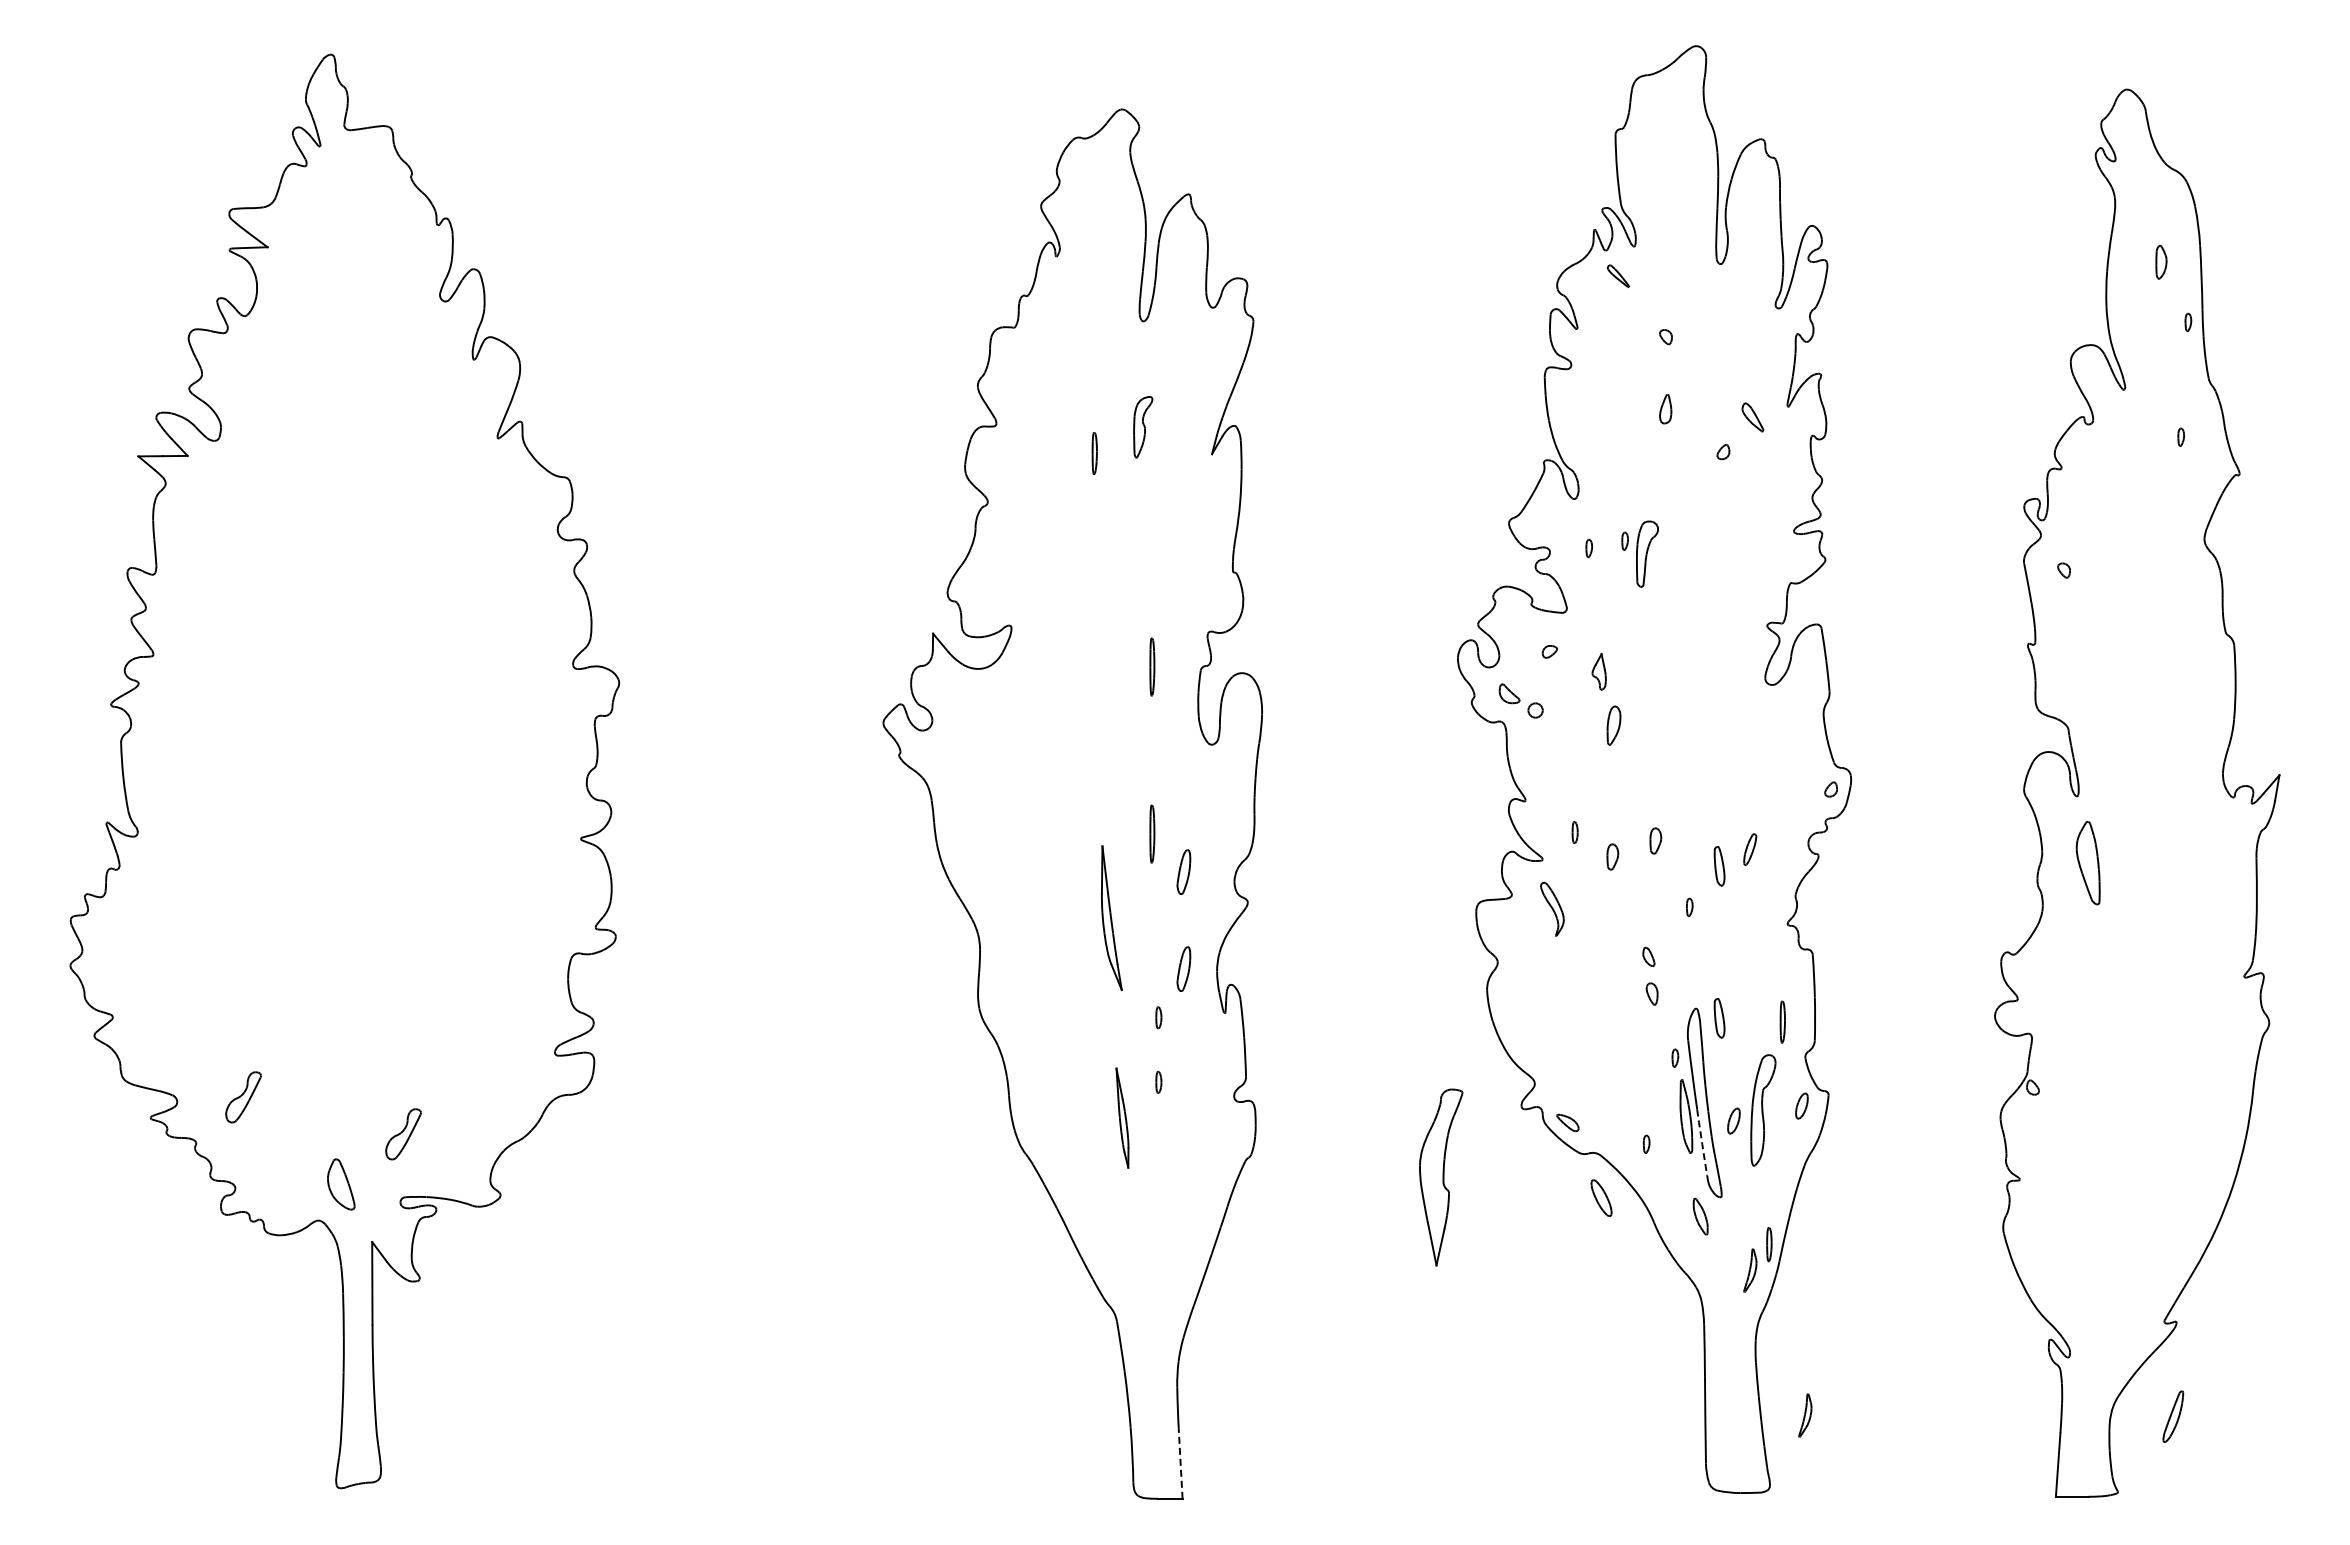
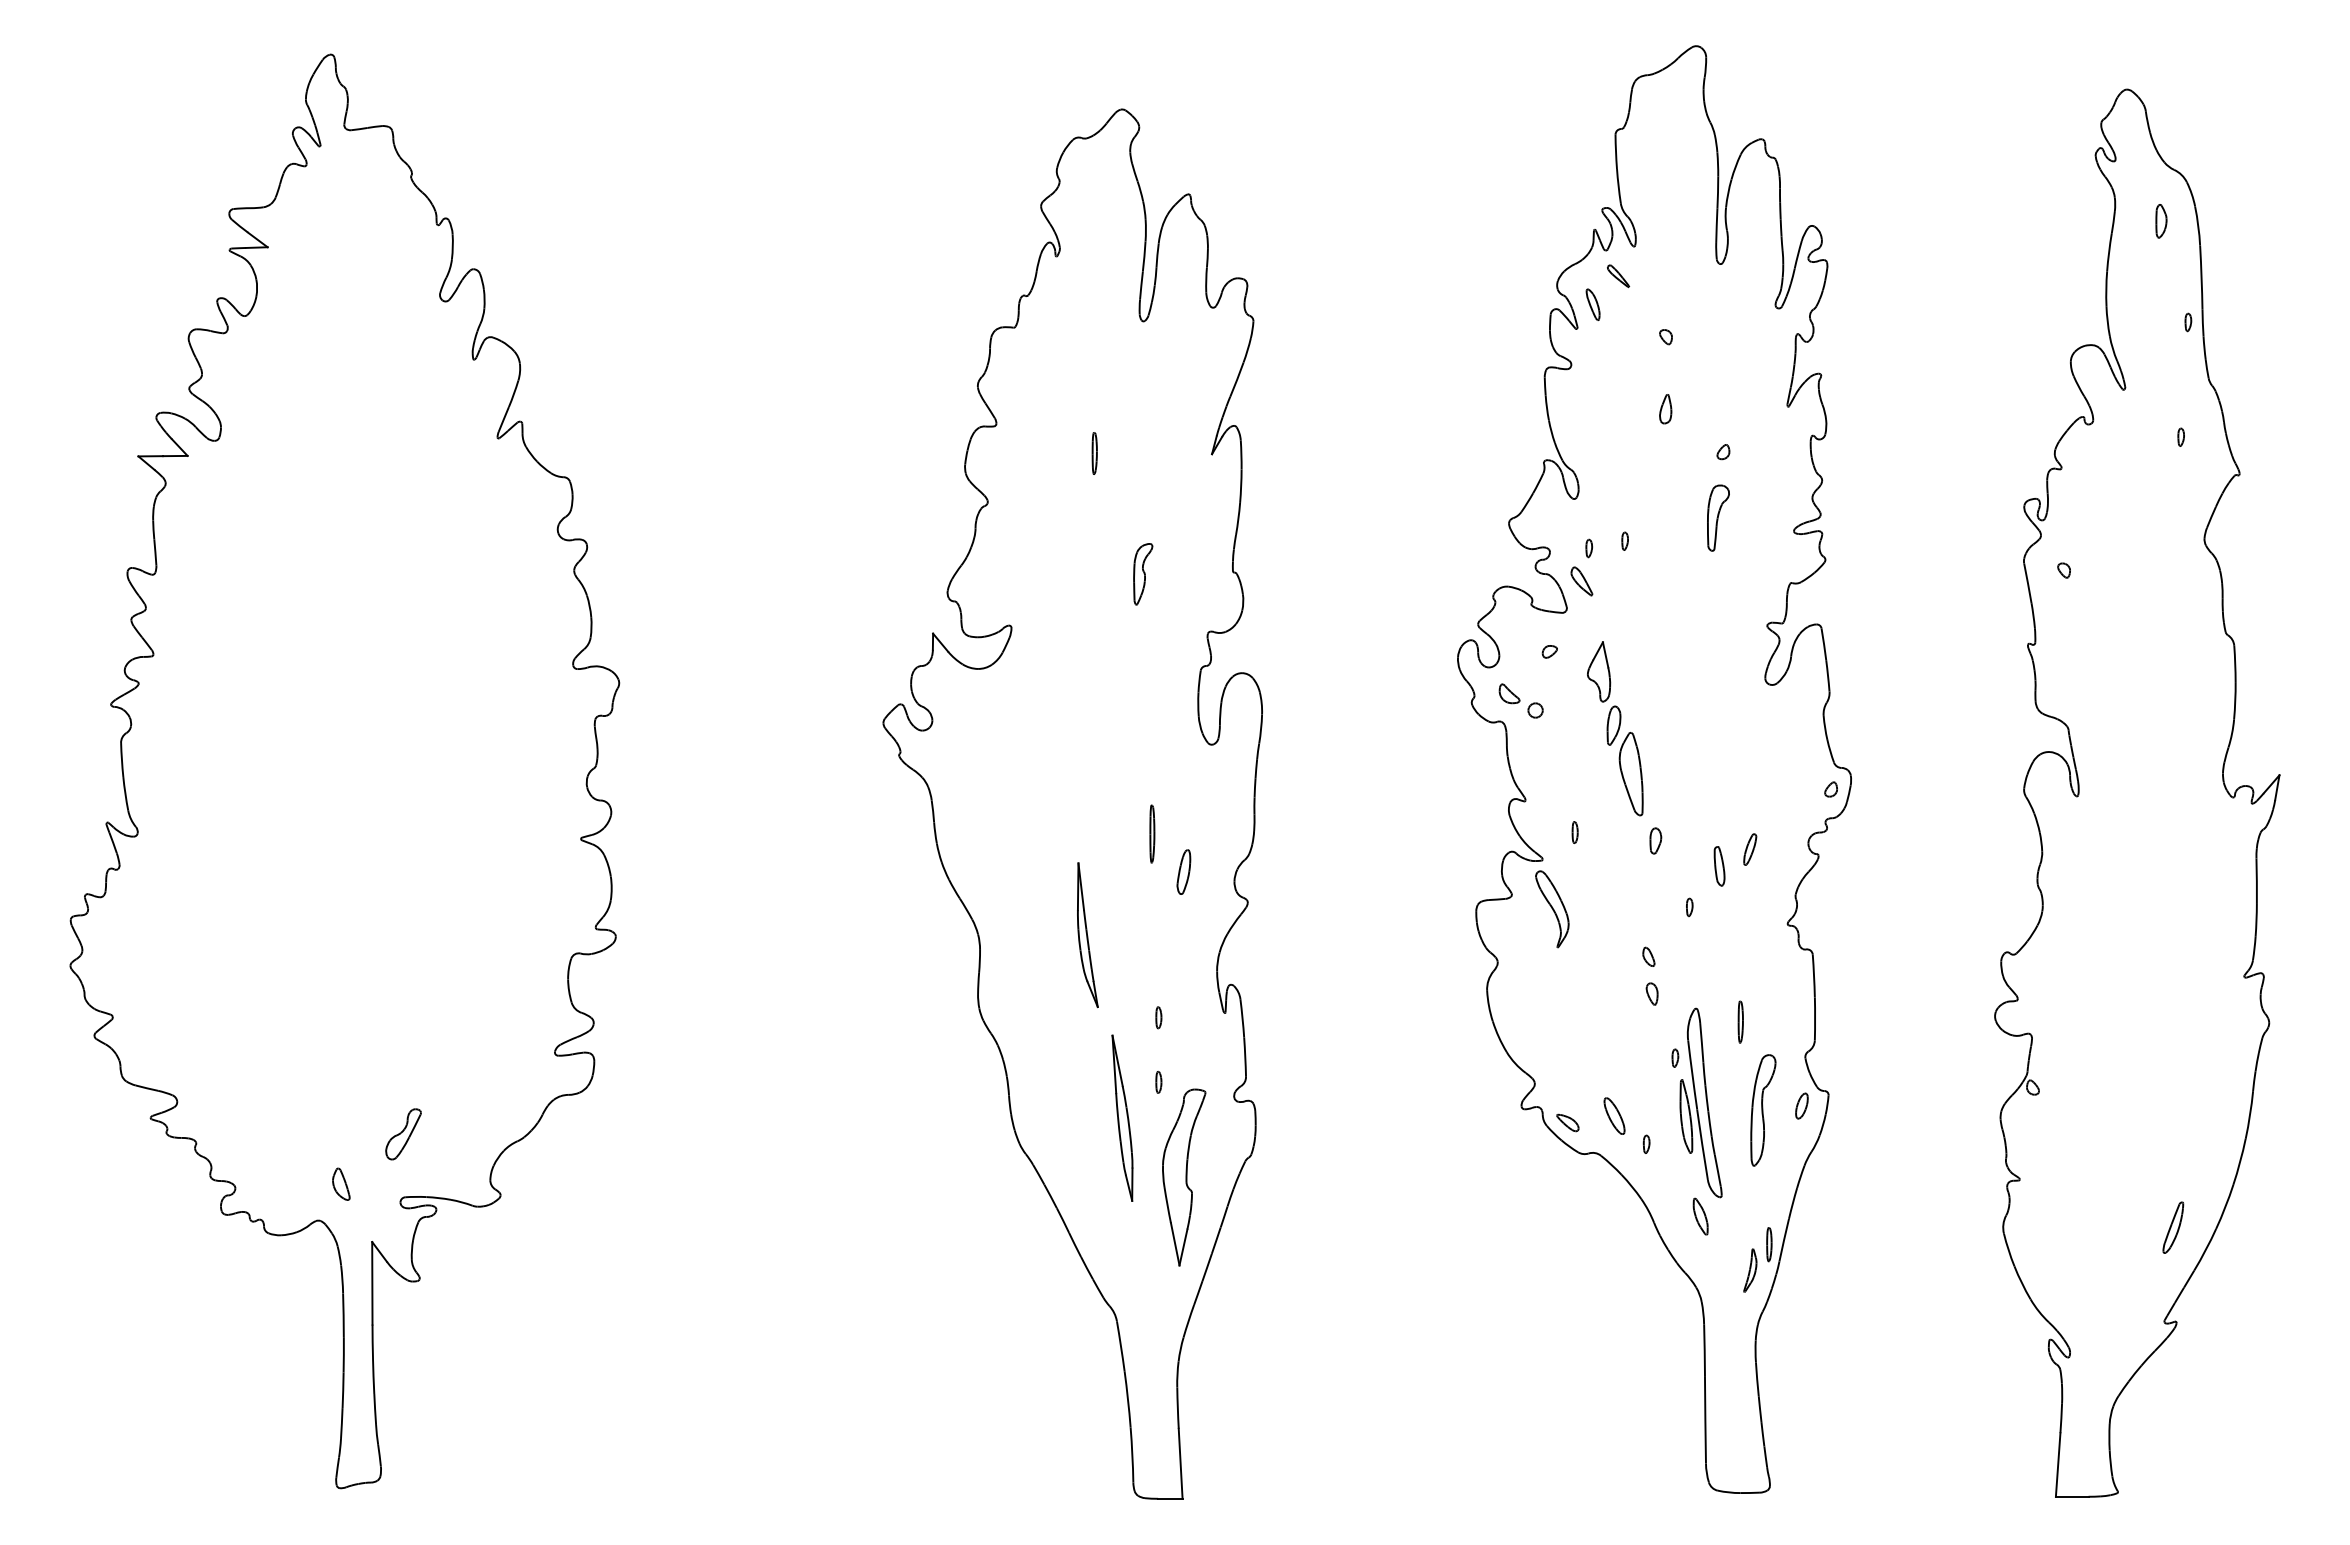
part at (2161, 262) position: (2161, 262) -> (2161, 221)
part at (1592, 304): none -> present
part at (1752, 417) position: (1752, 417) -> (1581, 581)
part at (1143, 427) position: (1143, 427) -> (1143, 574)
part at (1647, 553) position: (1647, 553) -> (1718, 517)
part at (1152, 666): present -> none
part at (1598, 671) size: 16x38 px -> 25x62 px
part at (1612, 856): present -> none
part at (2087, 863) position: (2087, 863) -> (1630, 774)
part at (1552, 908) size: 25x56 px -> 35x79 px
part at (1111, 918) position: (1111, 918) -> (1087, 935)
part at (1183, 968): present -> none
part at (1719, 1018): present -> none
part at (1782, 1021) position: (1782, 1021) -> (1740, 1021)
part at (243, 1097): present -> none
part at (1122, 1117) size: 15x102 px -> 23x168 px
part at (1733, 1120): present -> none
arc at (1702, 1144): dashed -> solid
part at (1441, 1177) position: (1441, 1177) -> (1184, 1177)
part at (341, 1184) size: 29x53 px -> 19x34 px
part at (1601, 1197) position: (1601, 1197) -> (1614, 1115)
part at (1805, 1415): present -> none
part at (2173, 1416) position: (2173, 1416) -> (2173, 1227)
line at (1180, 1463): dashed -> solid
